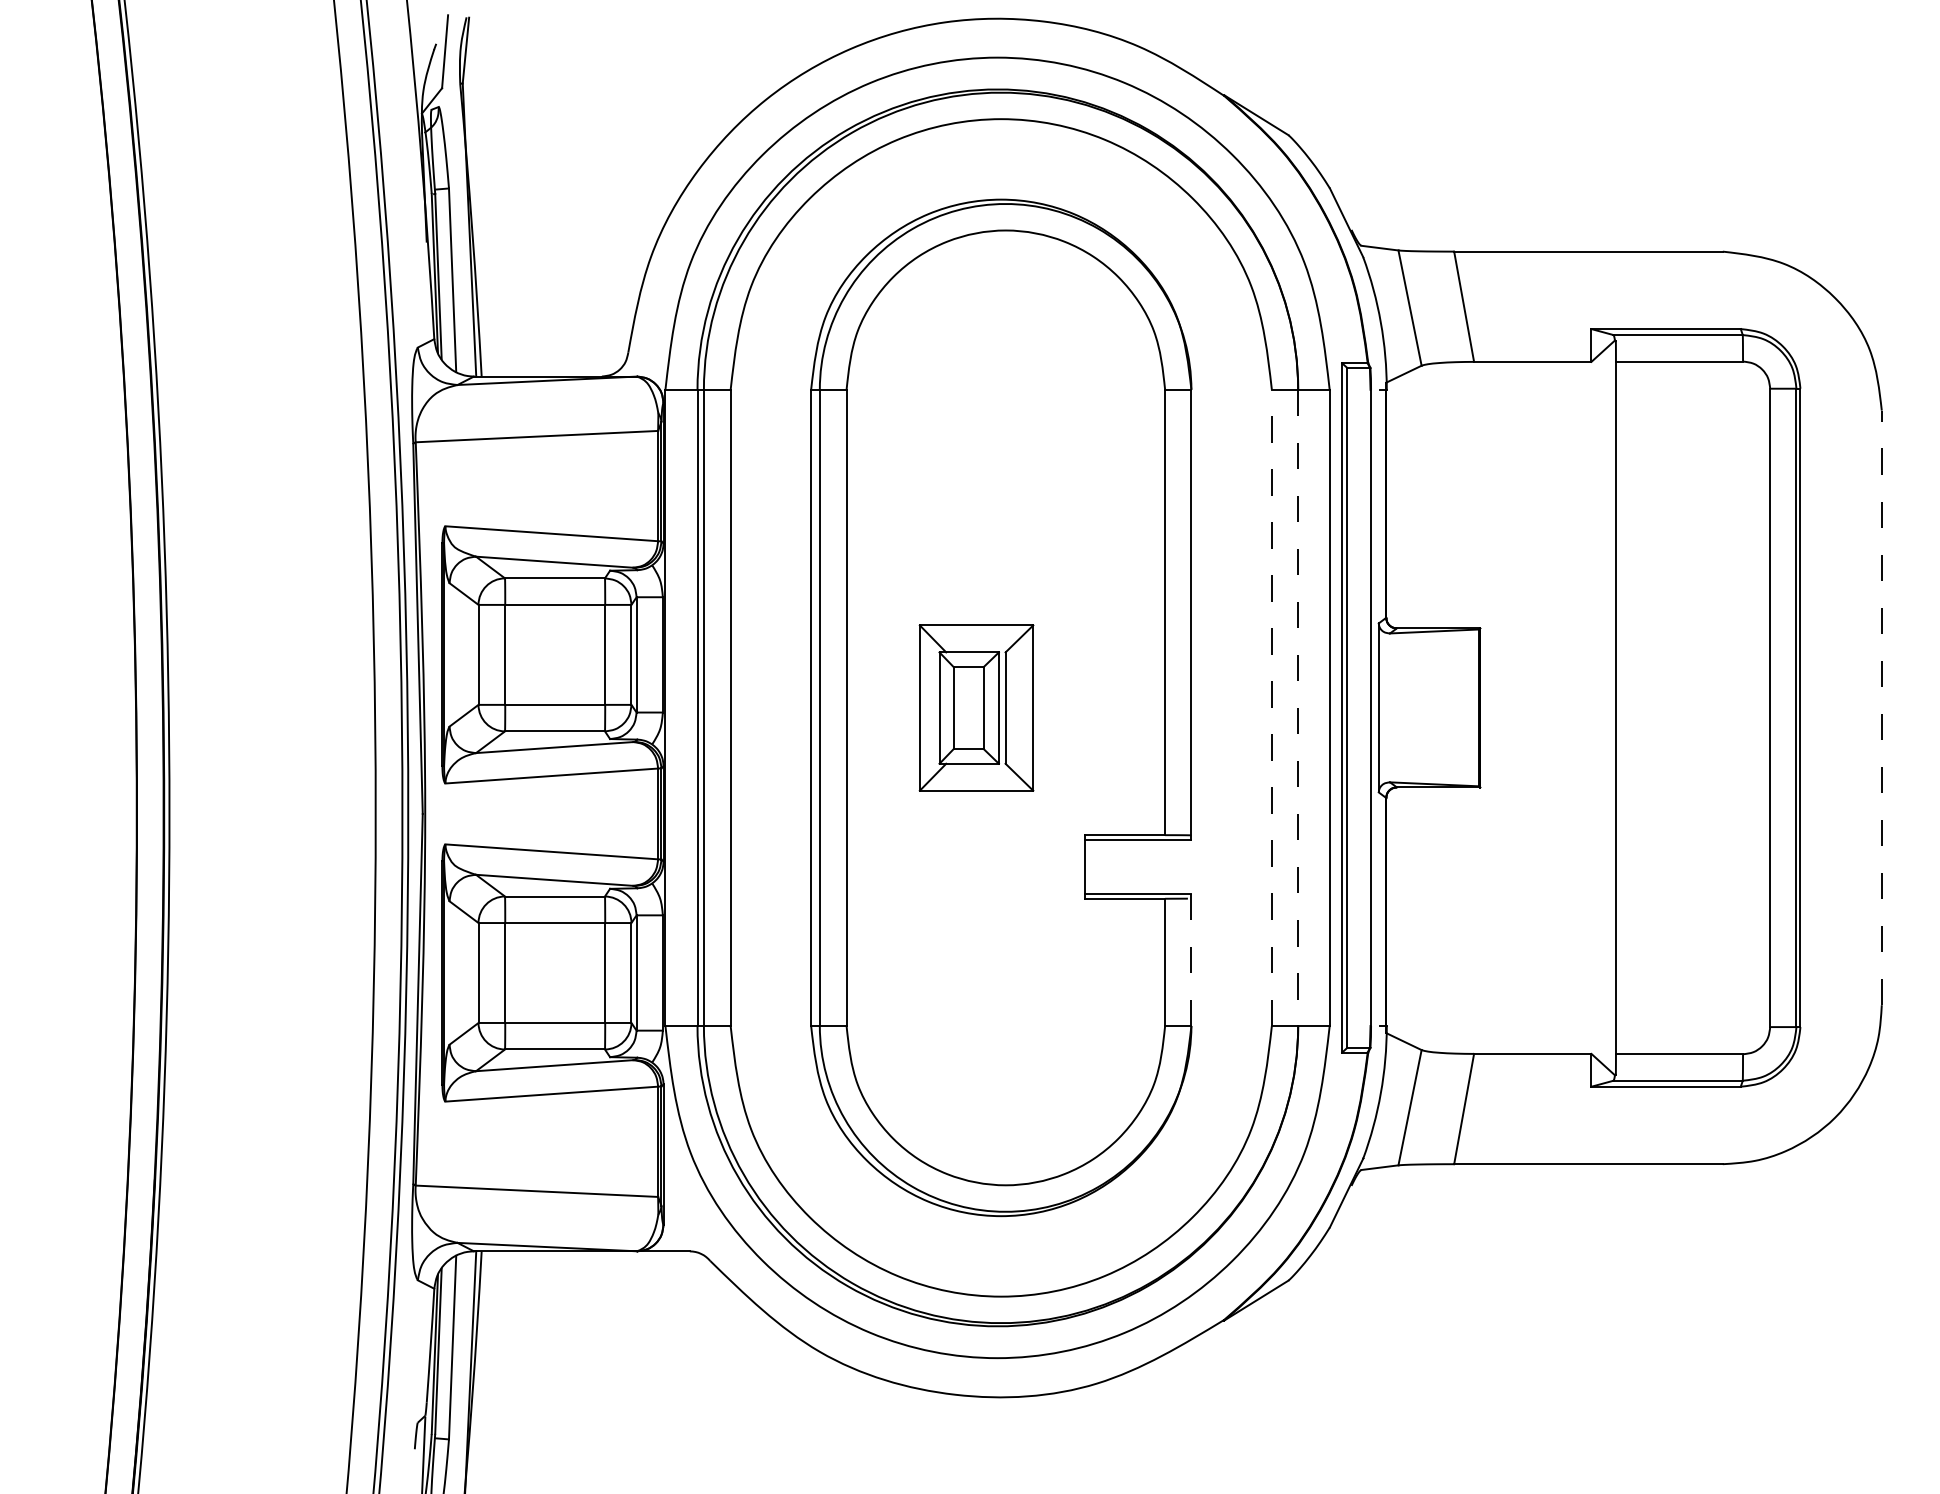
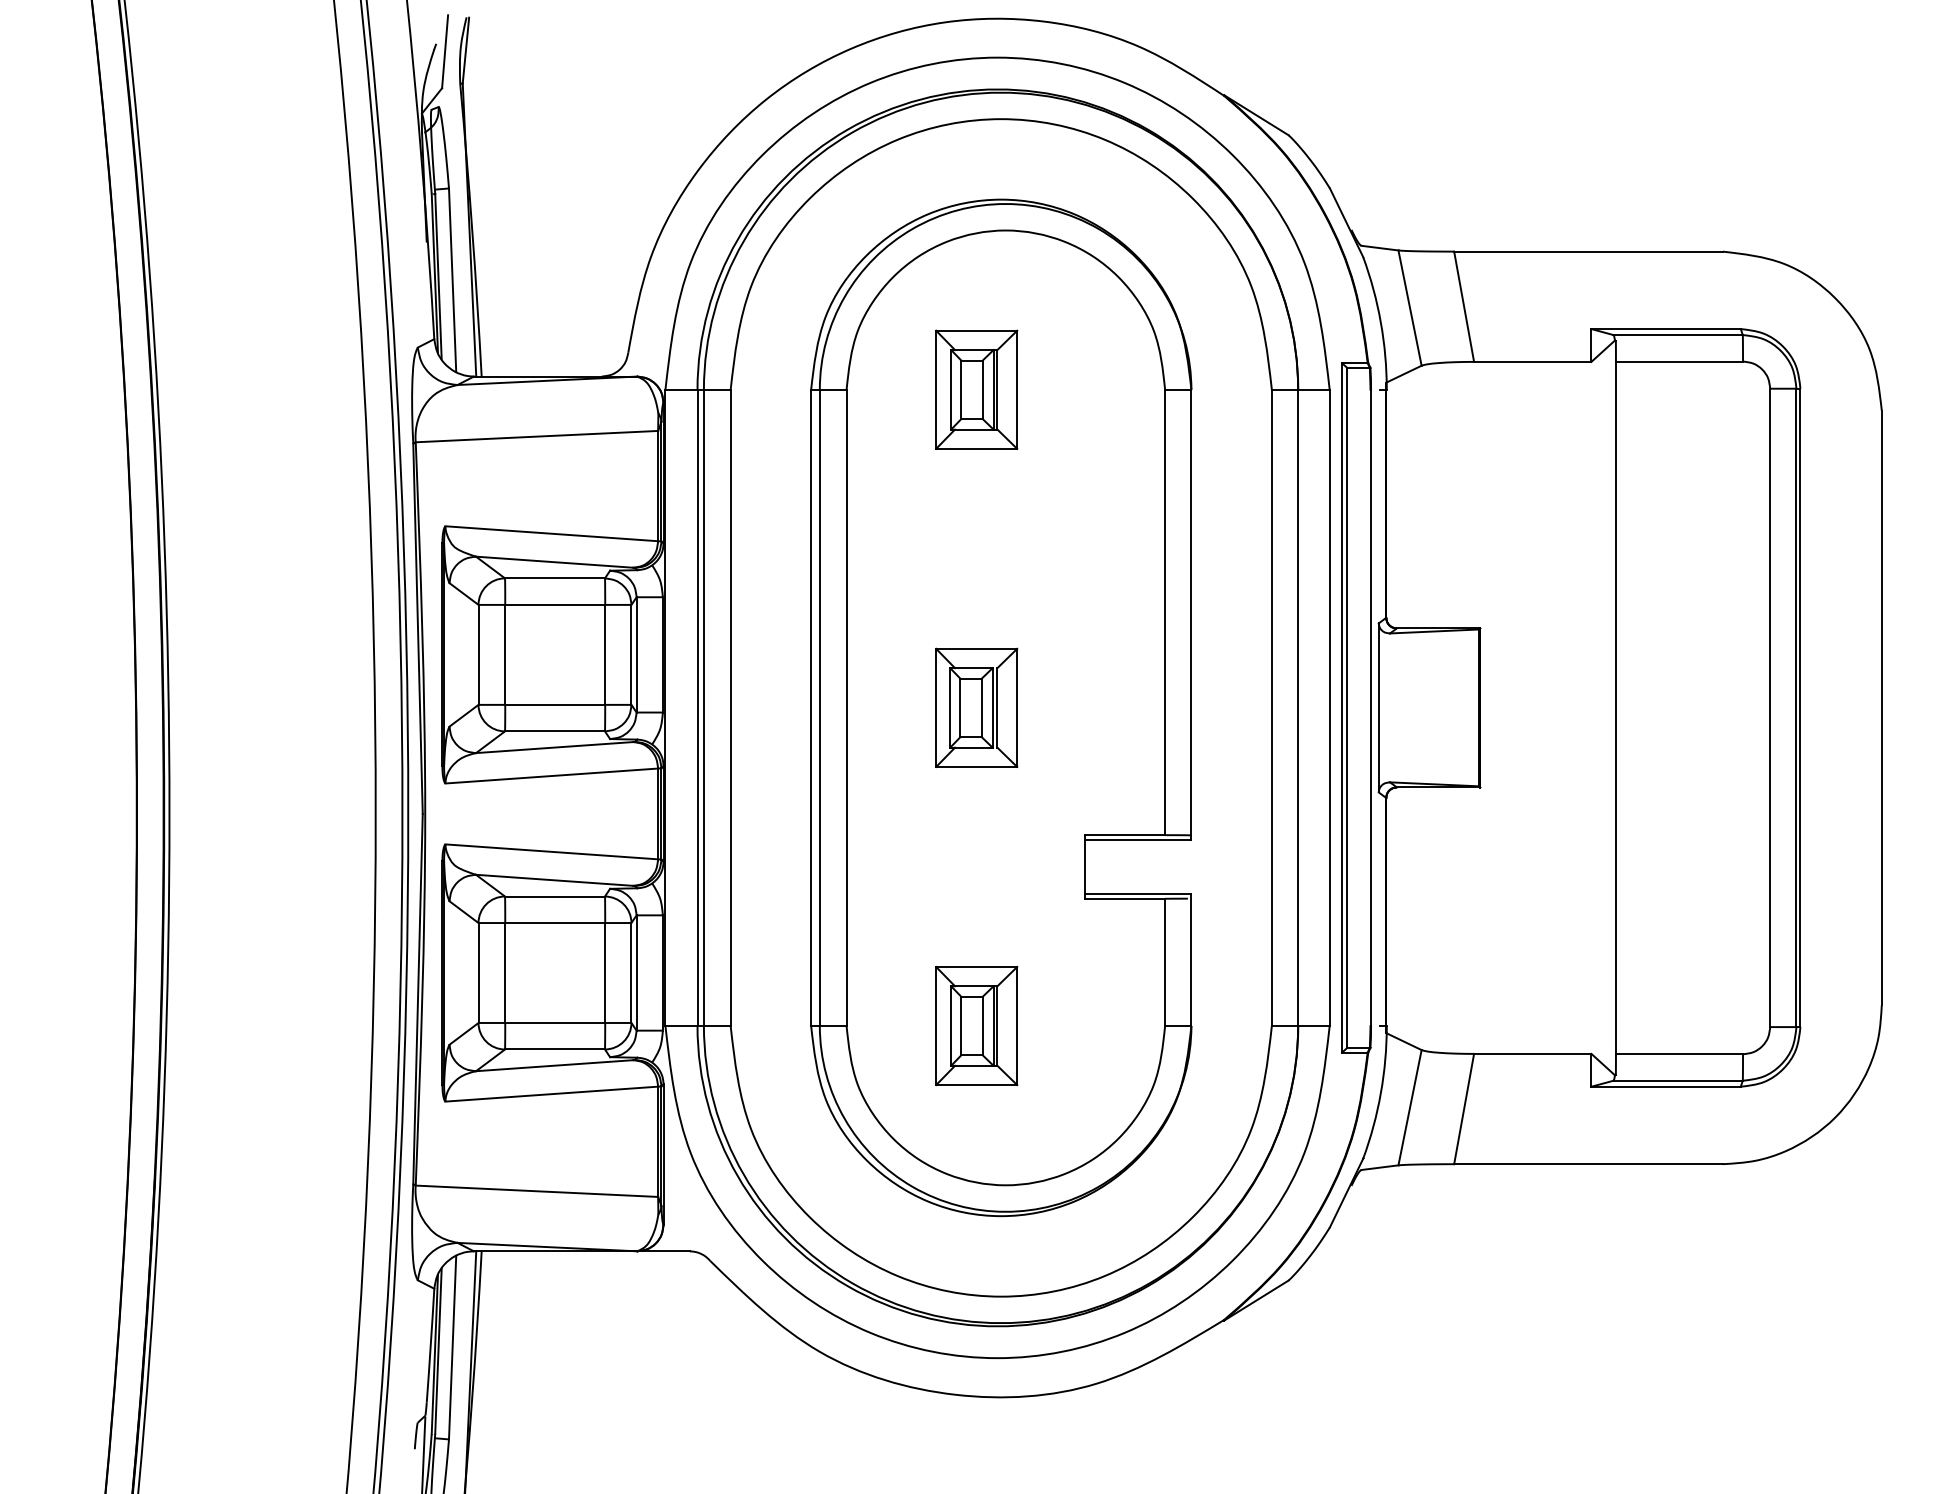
part at (976, 389): none -> present
part at (976, 707) size: 117x168 px -> 84x121 px
line at (1271, 707): dashed -> solid
line at (1881, 707): dashed -> solid
line at (1298, 708): dashed -> solid
line at (1191, 960): dashed -> solid
part at (976, 1025): none -> present
